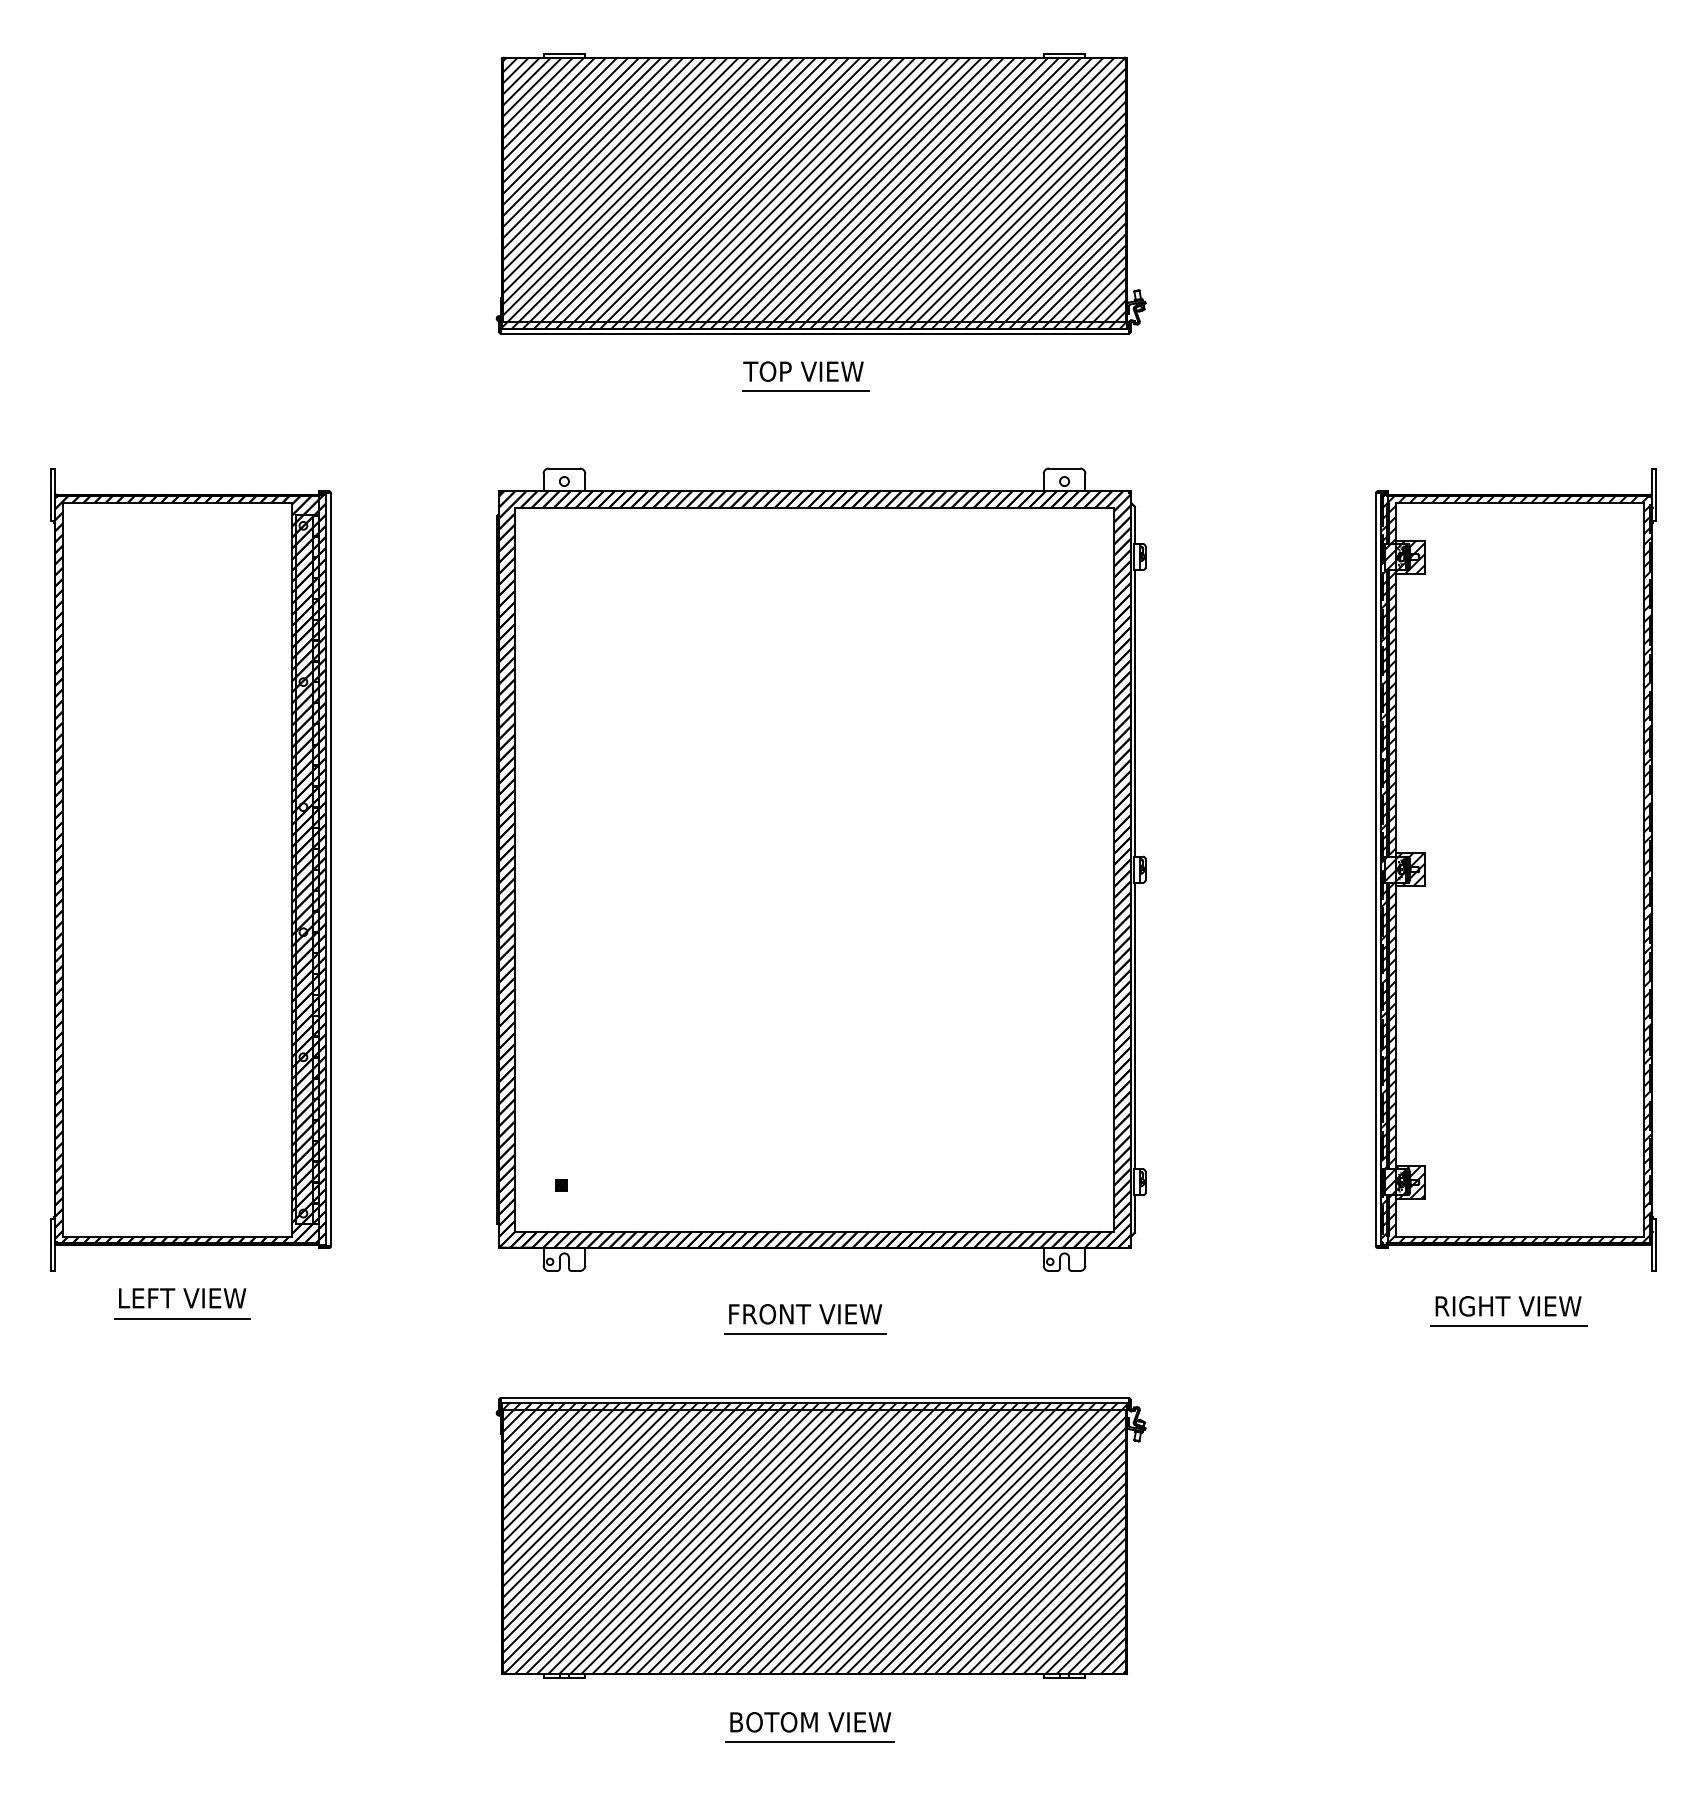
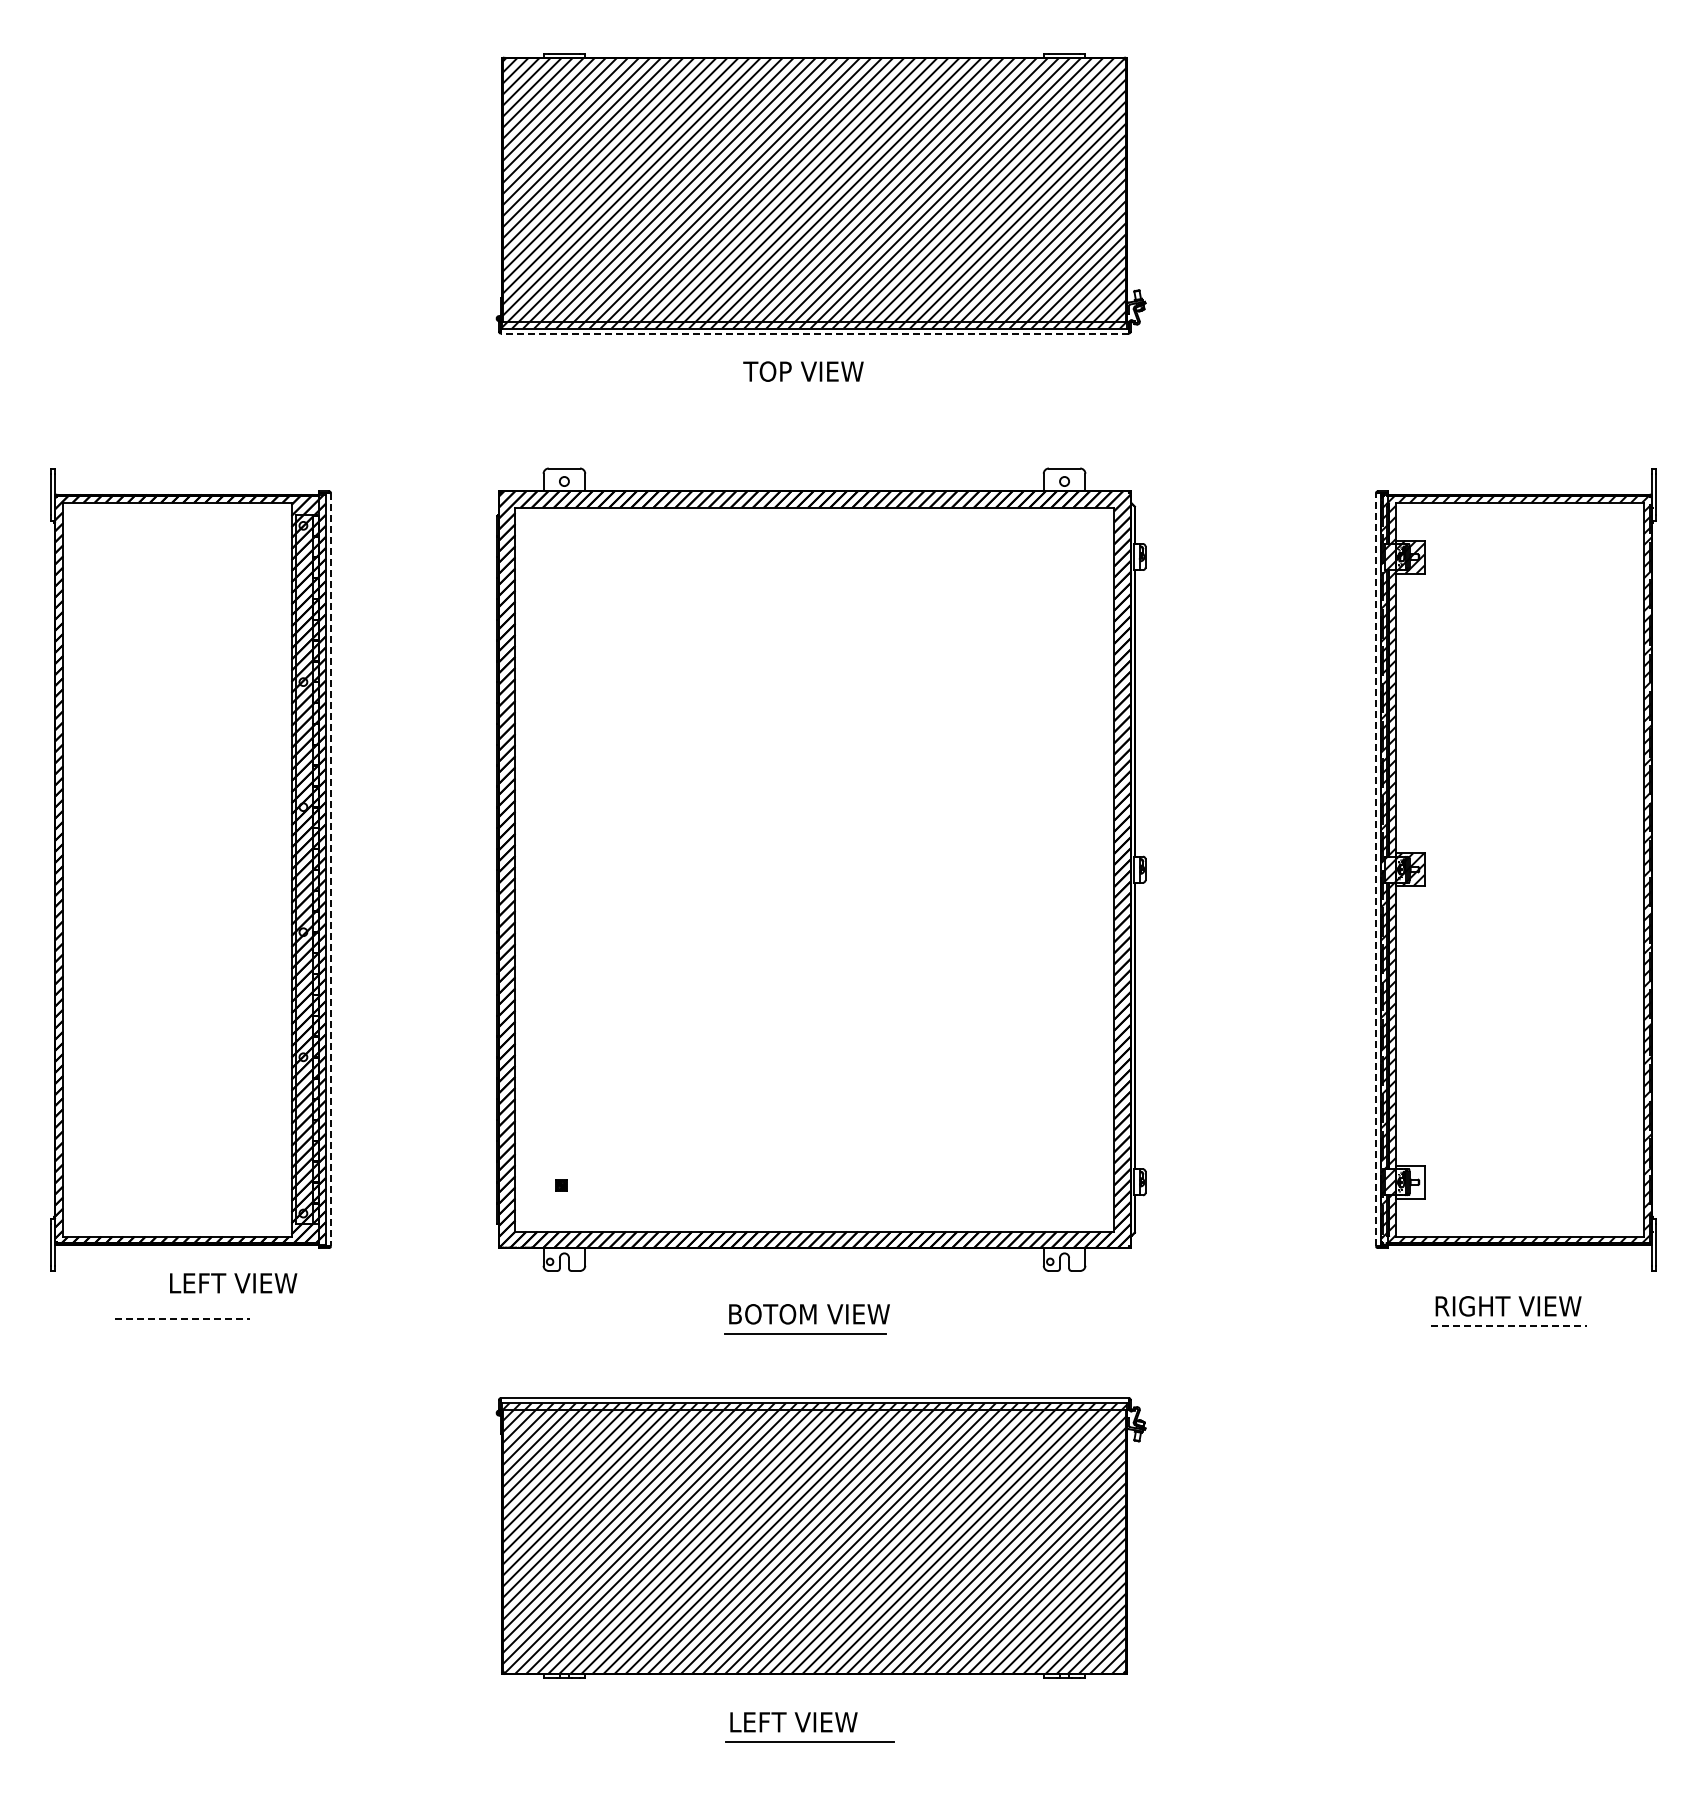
line at (814, 333): solid -> dashed
line at (806, 391): present -> none
line at (1375, 869): solid -> dashed
line at (331, 870): solid -> dashed
hatch at (1409, 1181): present -> none
text at (182, 1298) position: (182, 1298) -> (233, 1283)
text at (810, 1314): FRONT VIEW -> BOTOM VIEW
line at (182, 1318): solid -> dashed
line at (1509, 1326): solid -> dashed
text at (811, 1722): BOTOM VIEW -> LEFT VIEW
